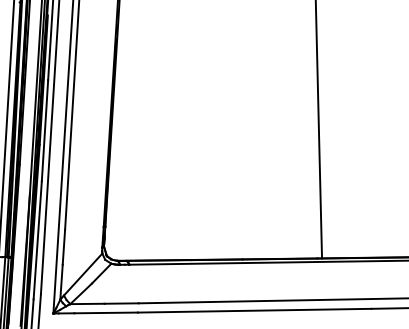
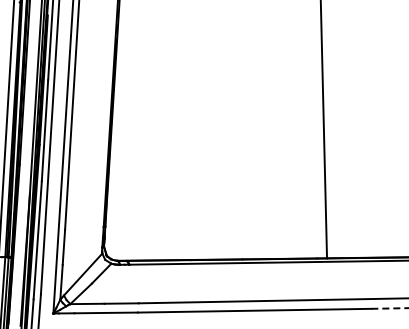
line at (318, 130) position: (318, 130) -> (323, 130)
line at (390, 308): solid -> dashed
